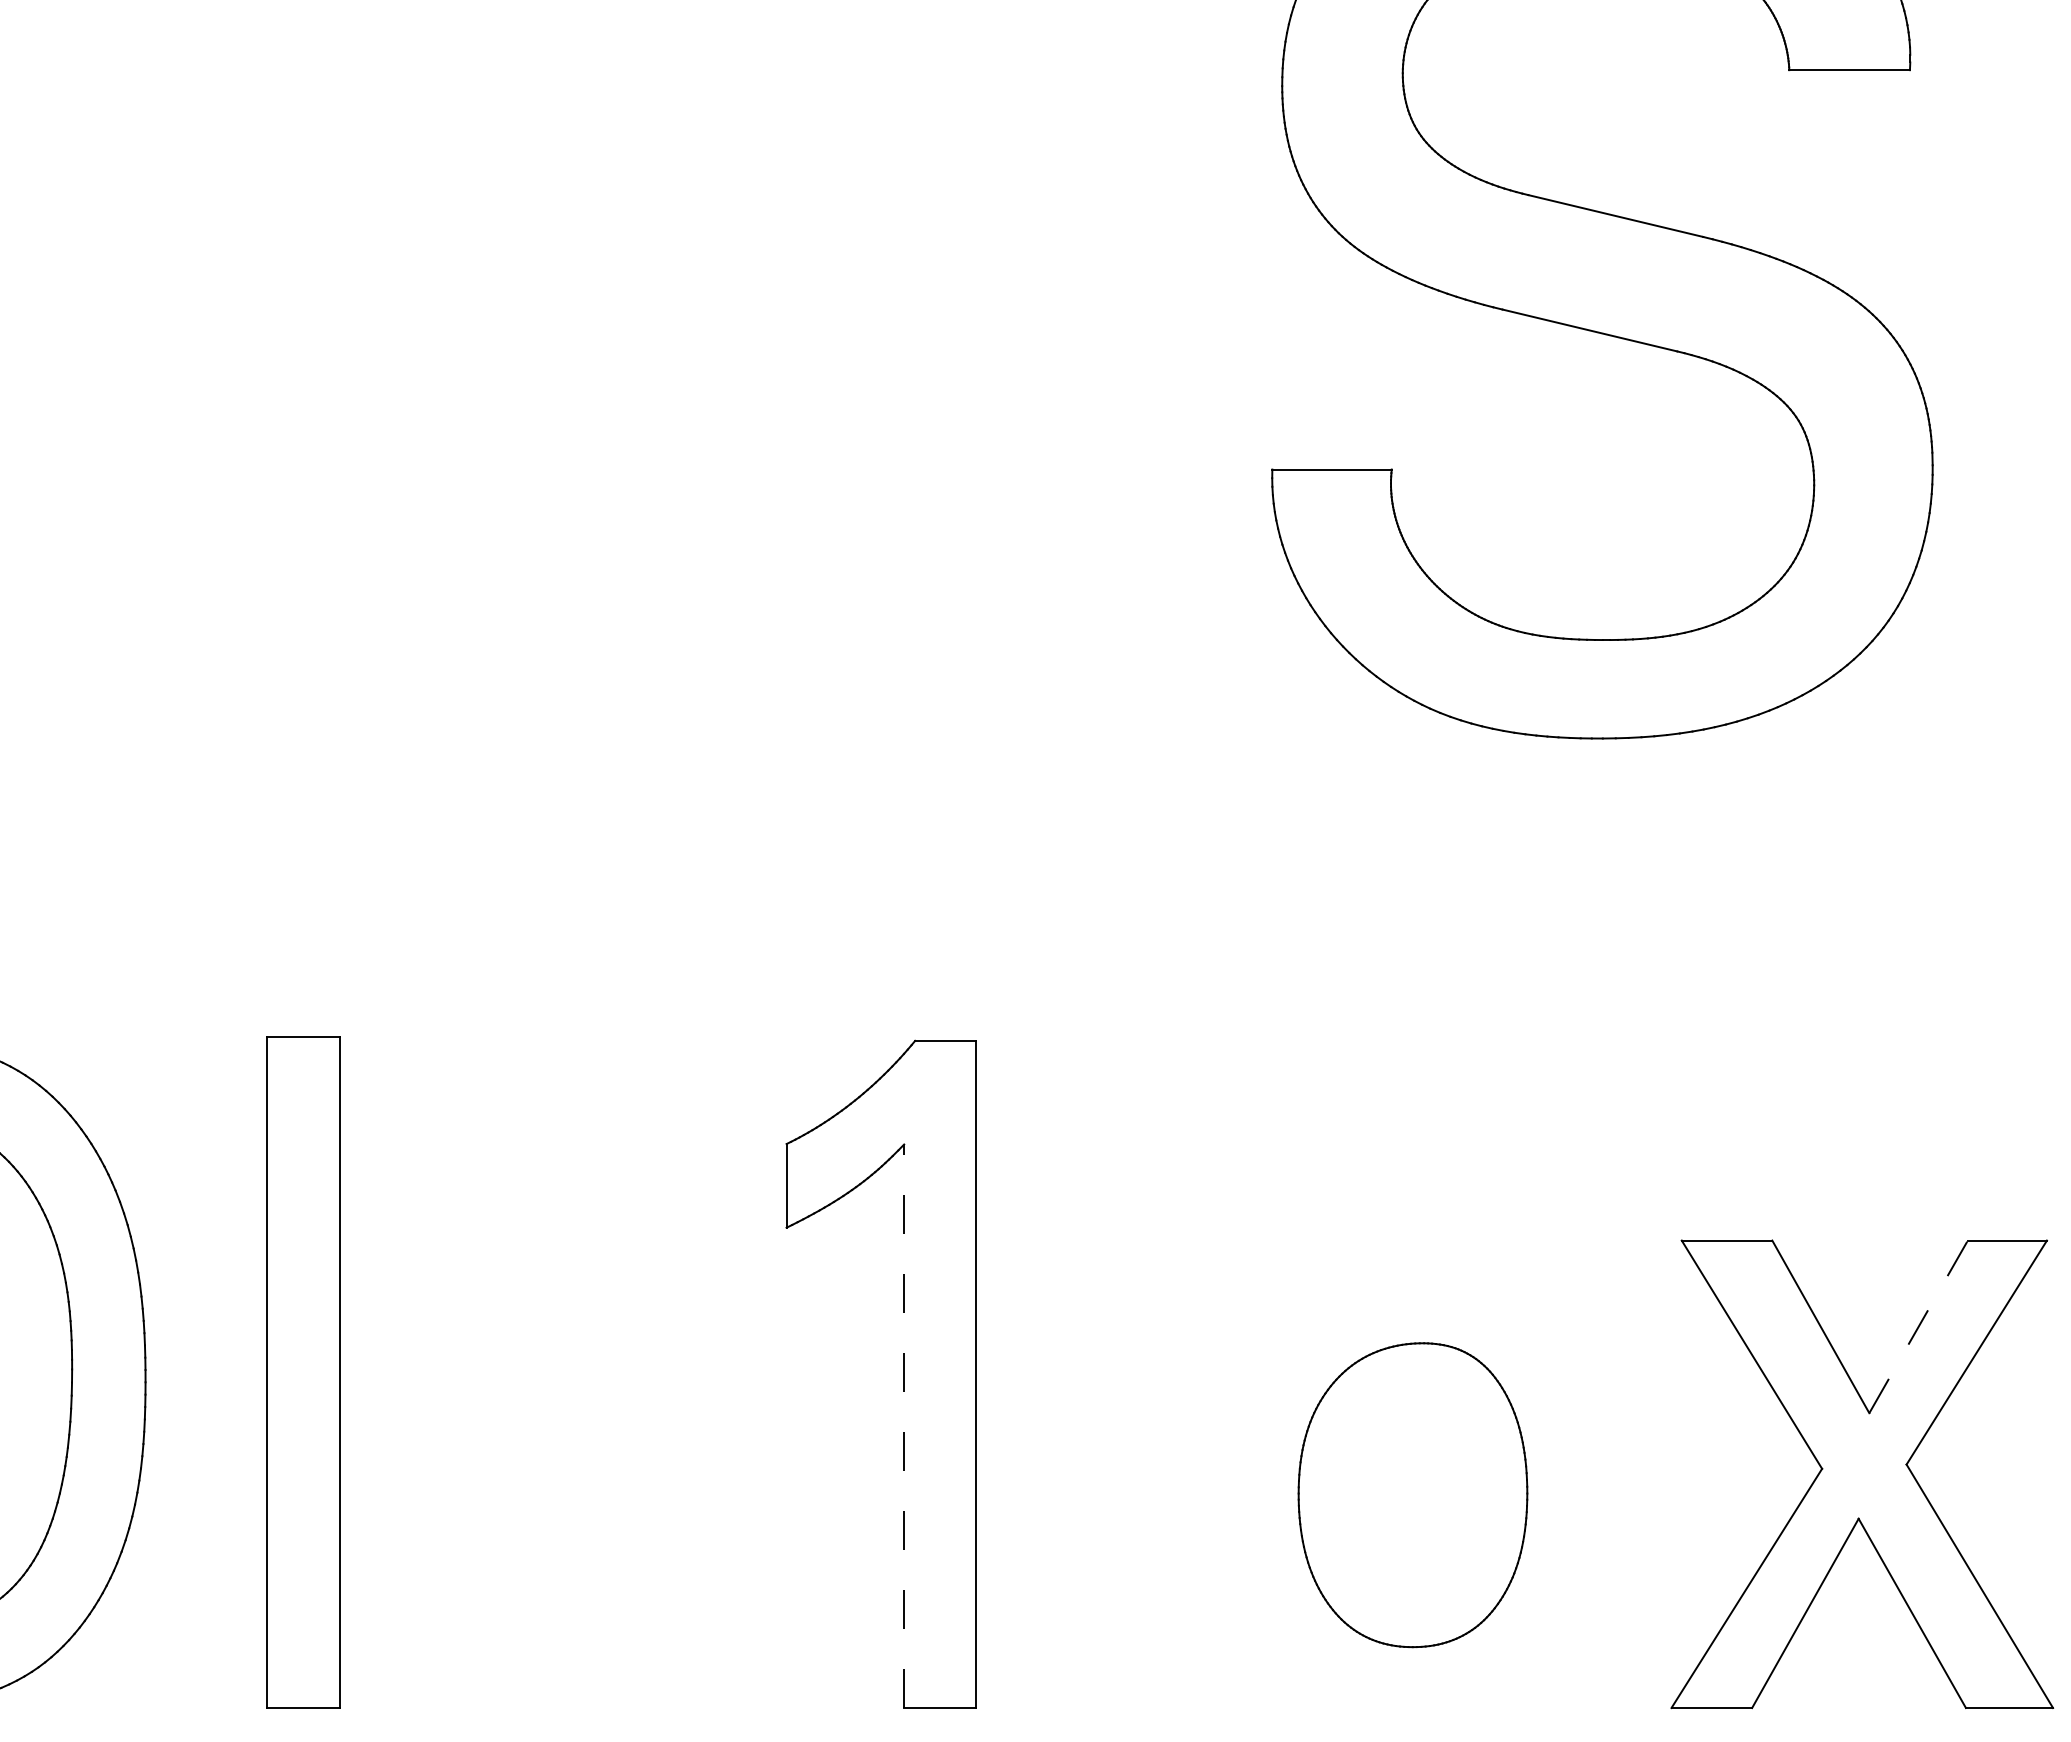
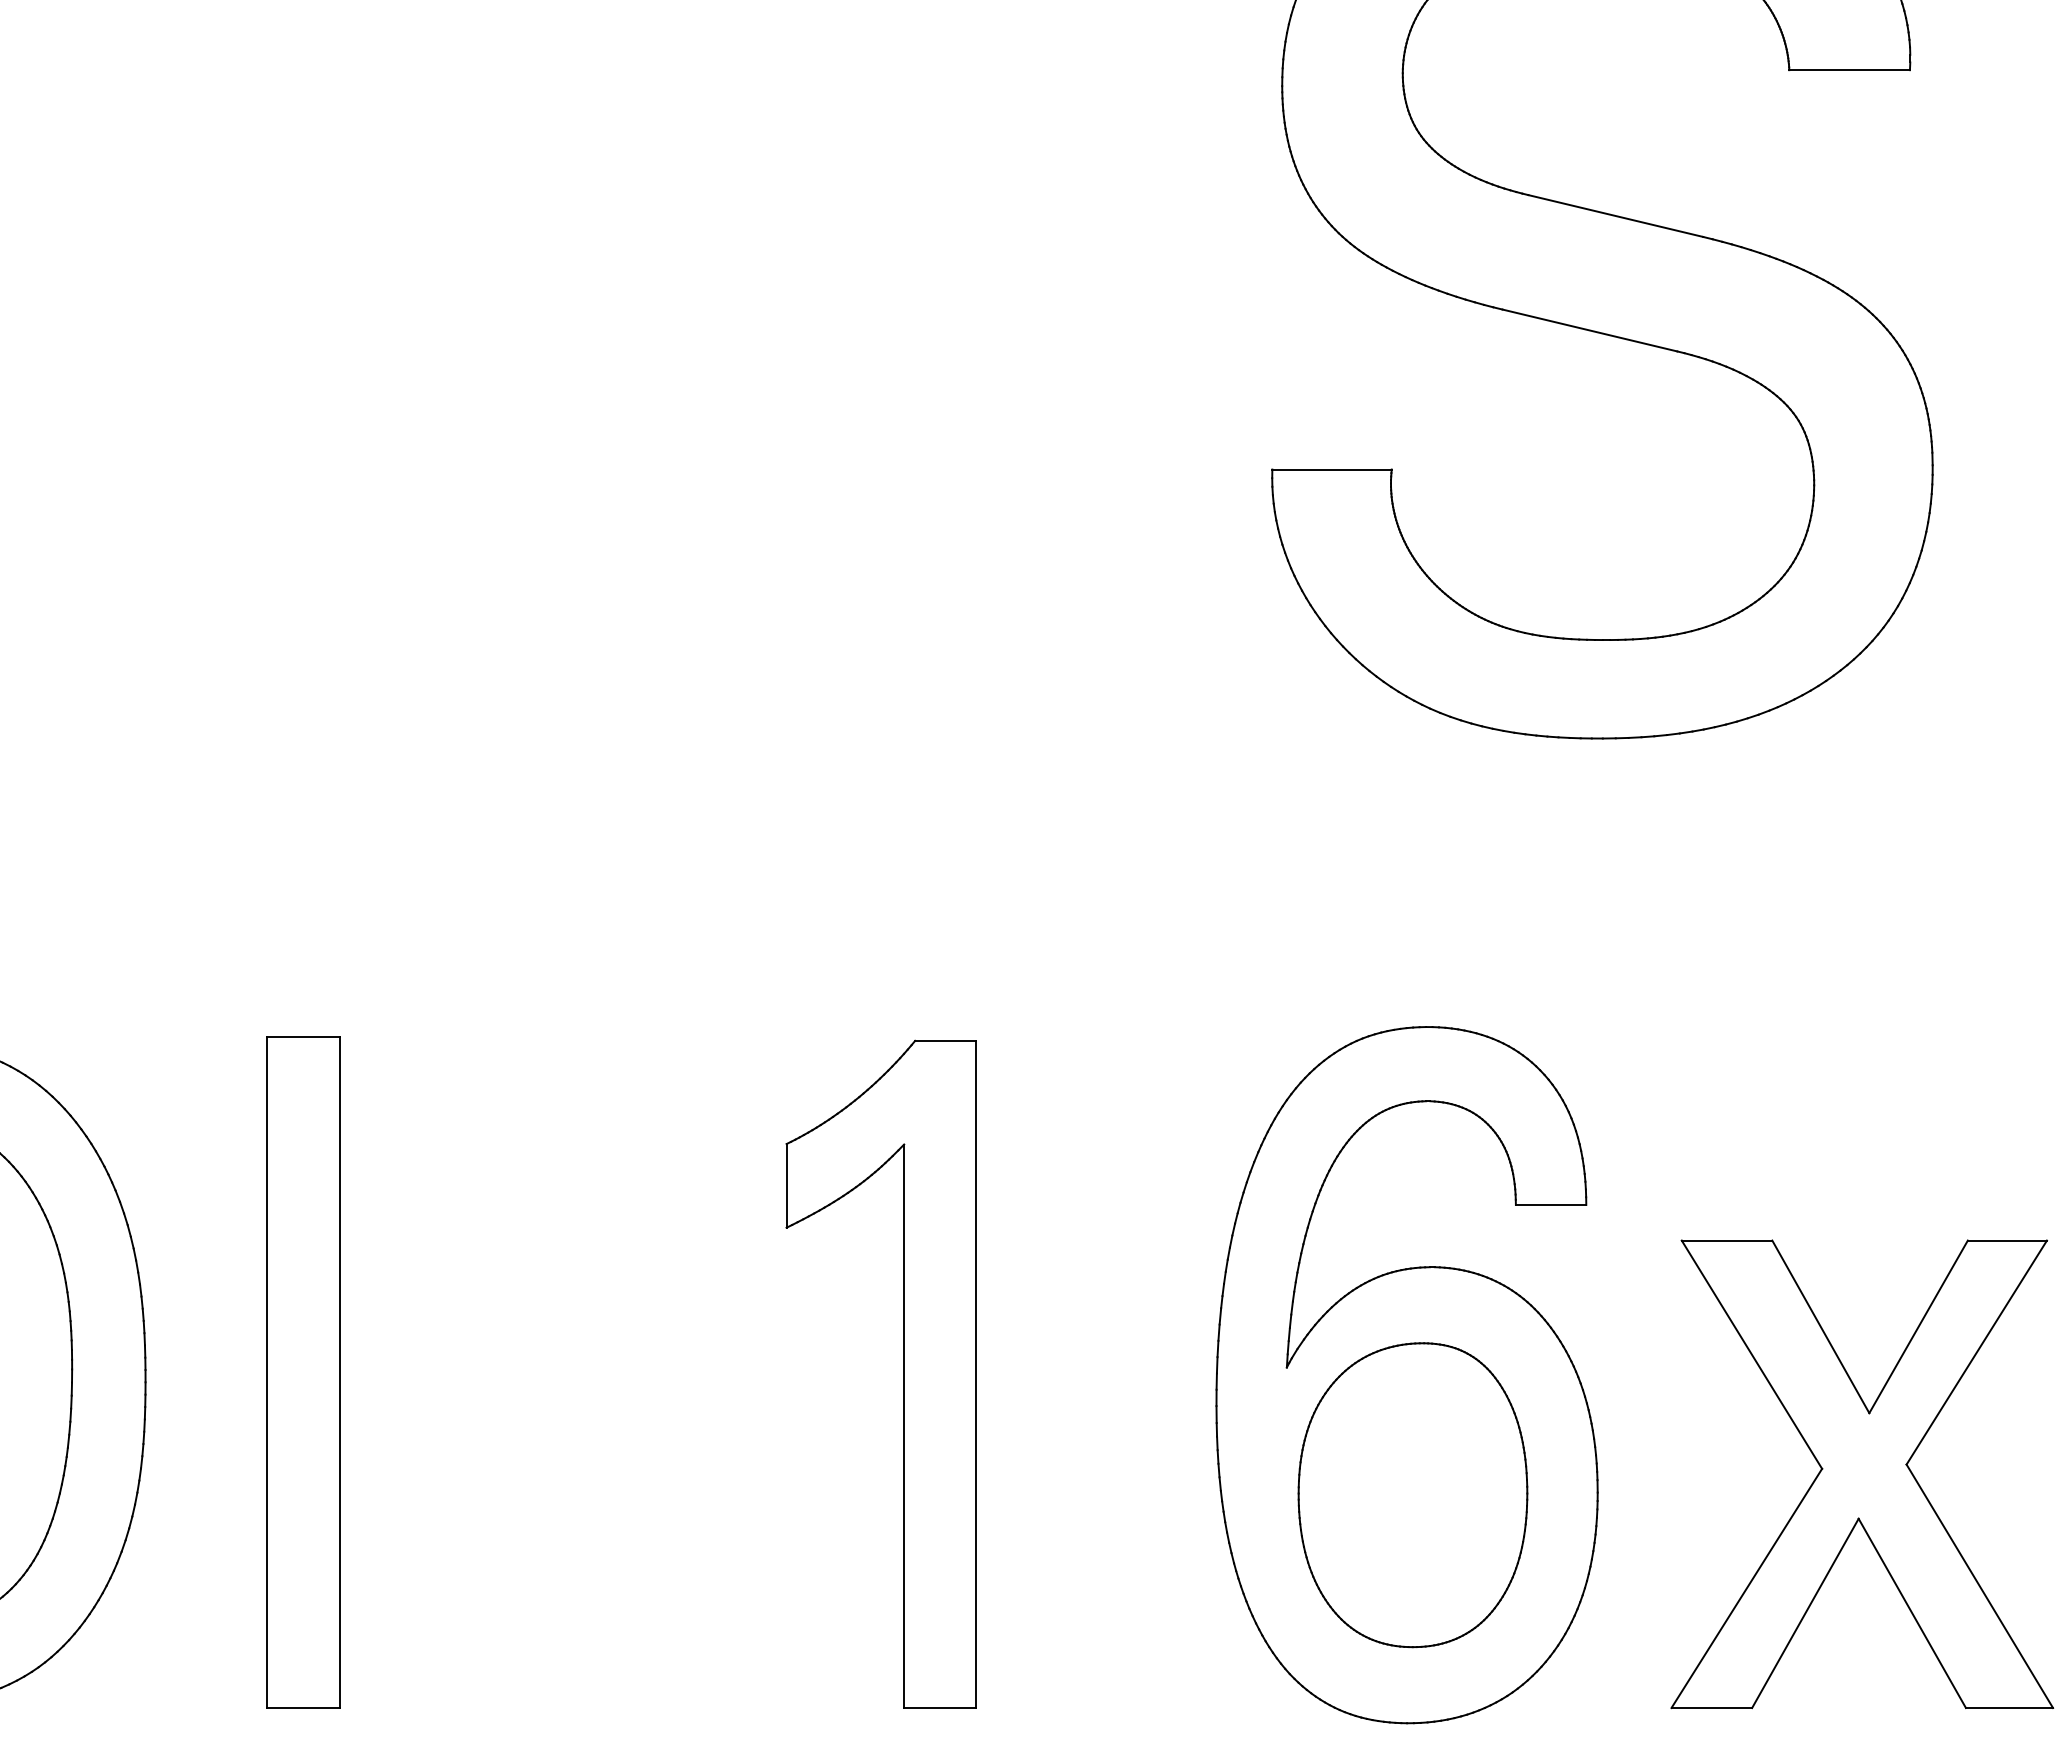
line at (1918, 1326): dashed -> solid
part at (1406, 1375): none -> present
line at (904, 1426): dashed -> solid
